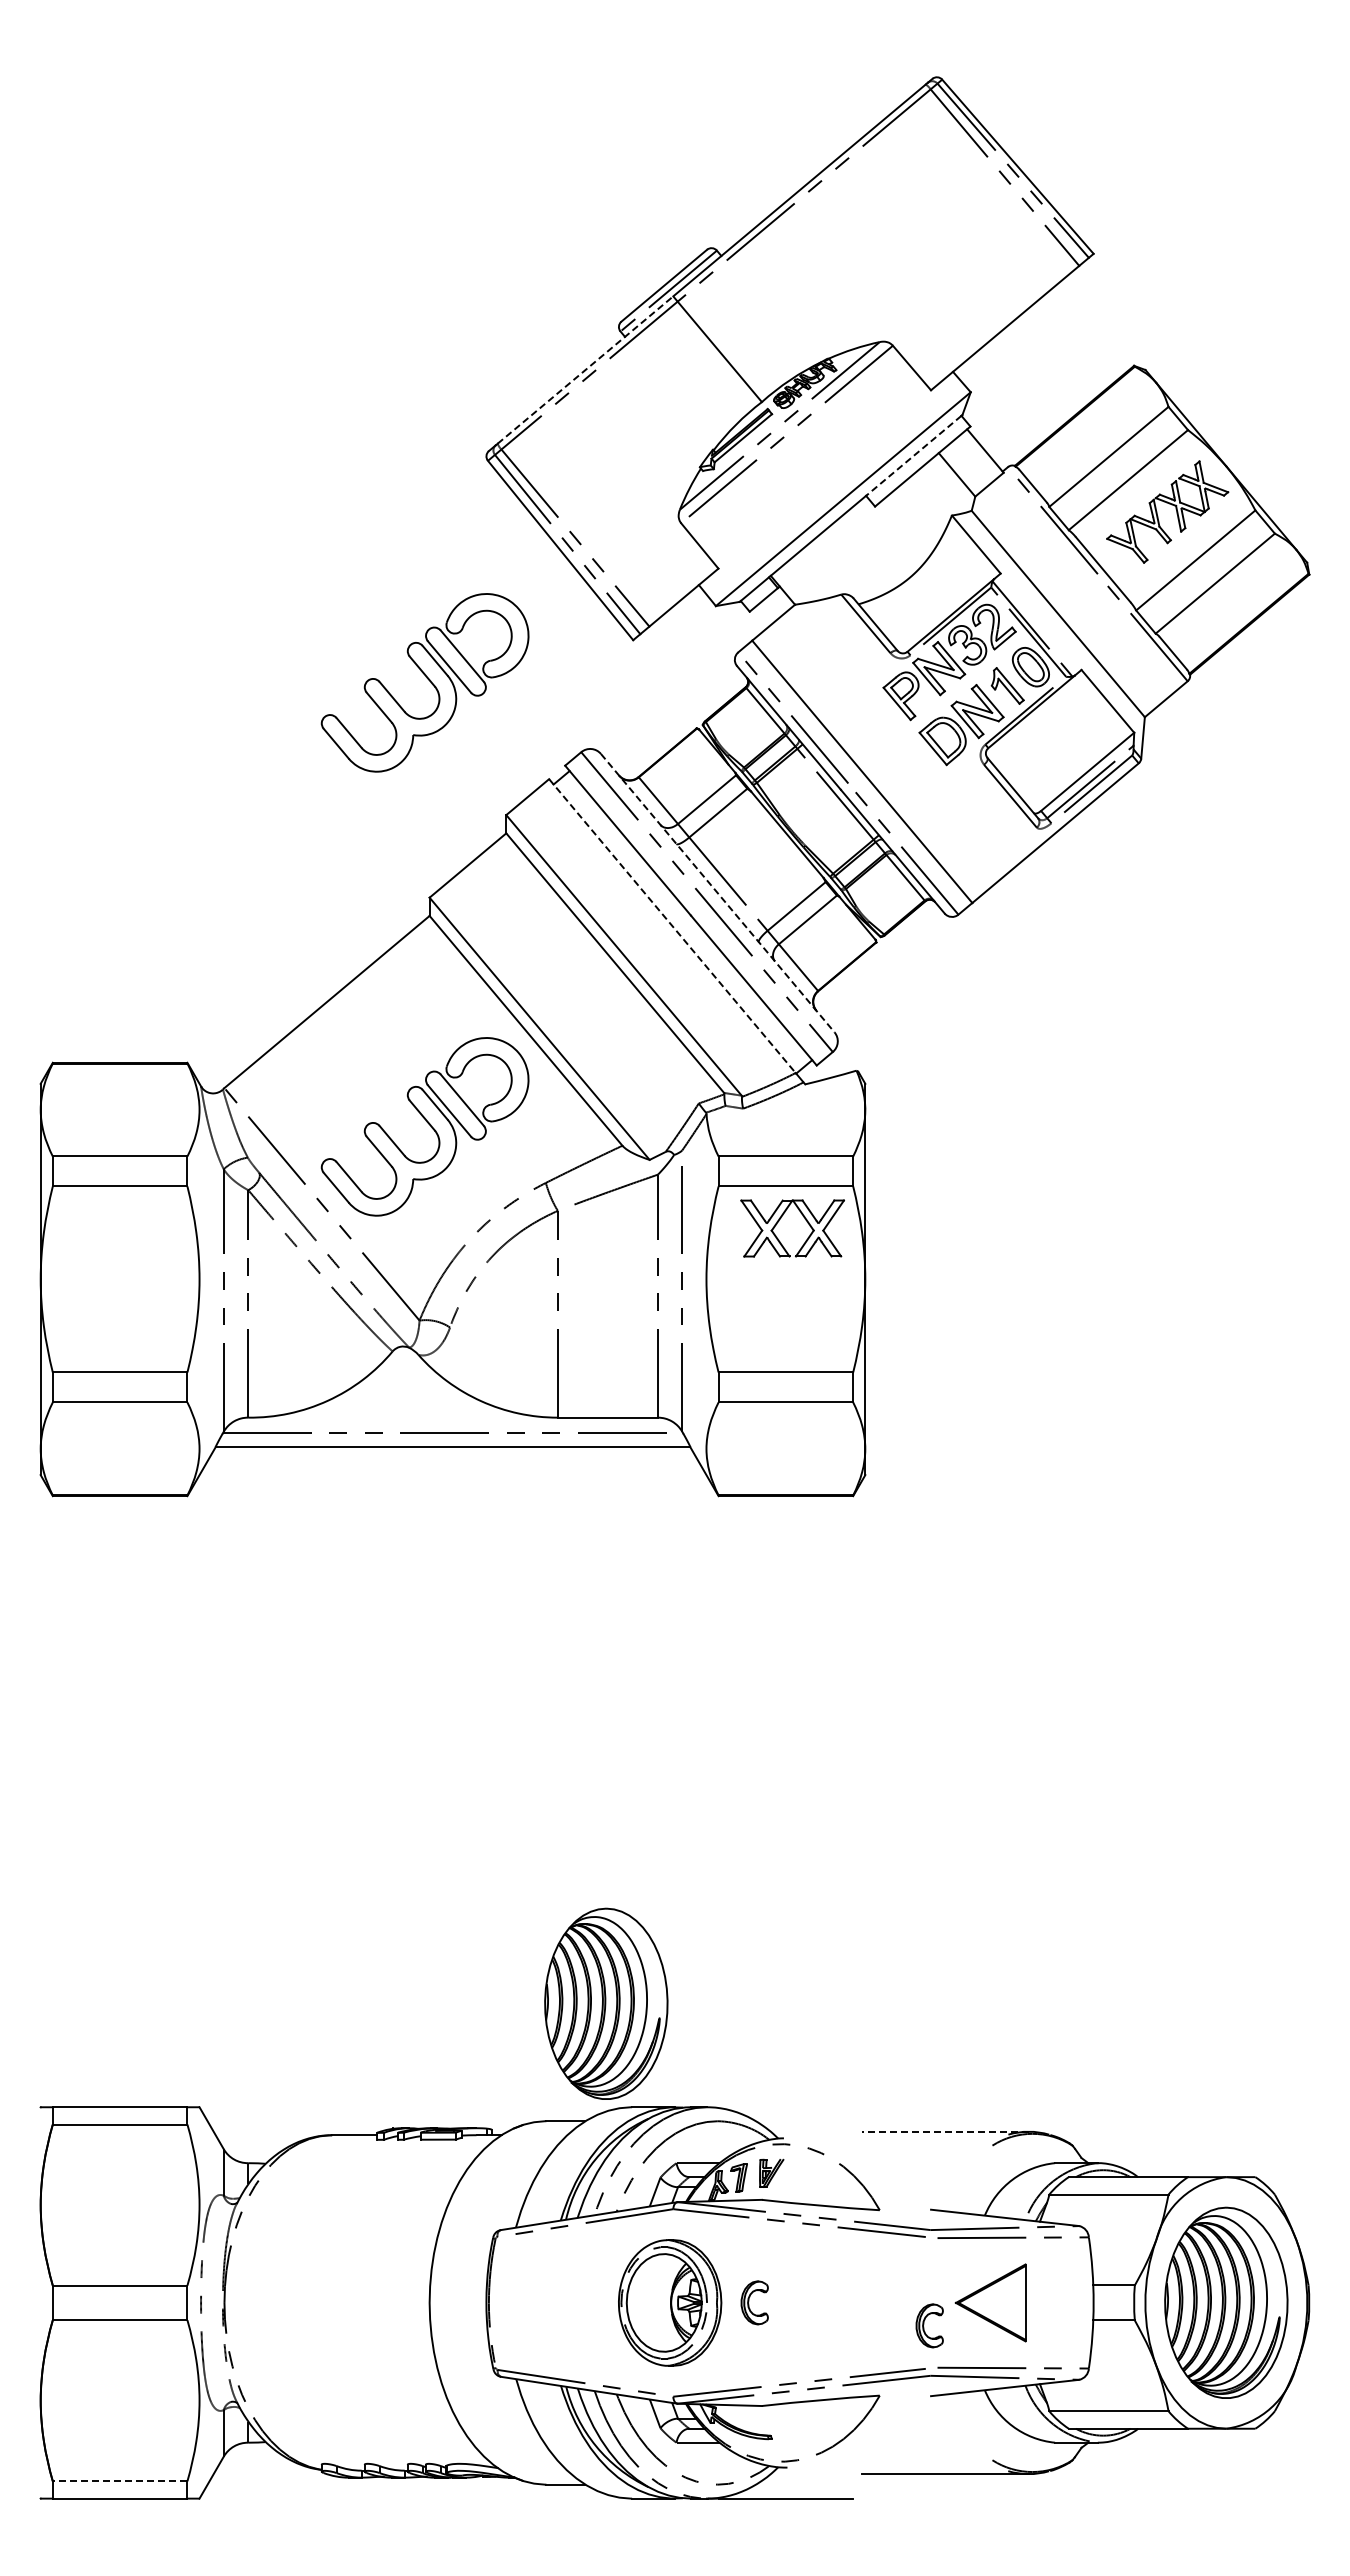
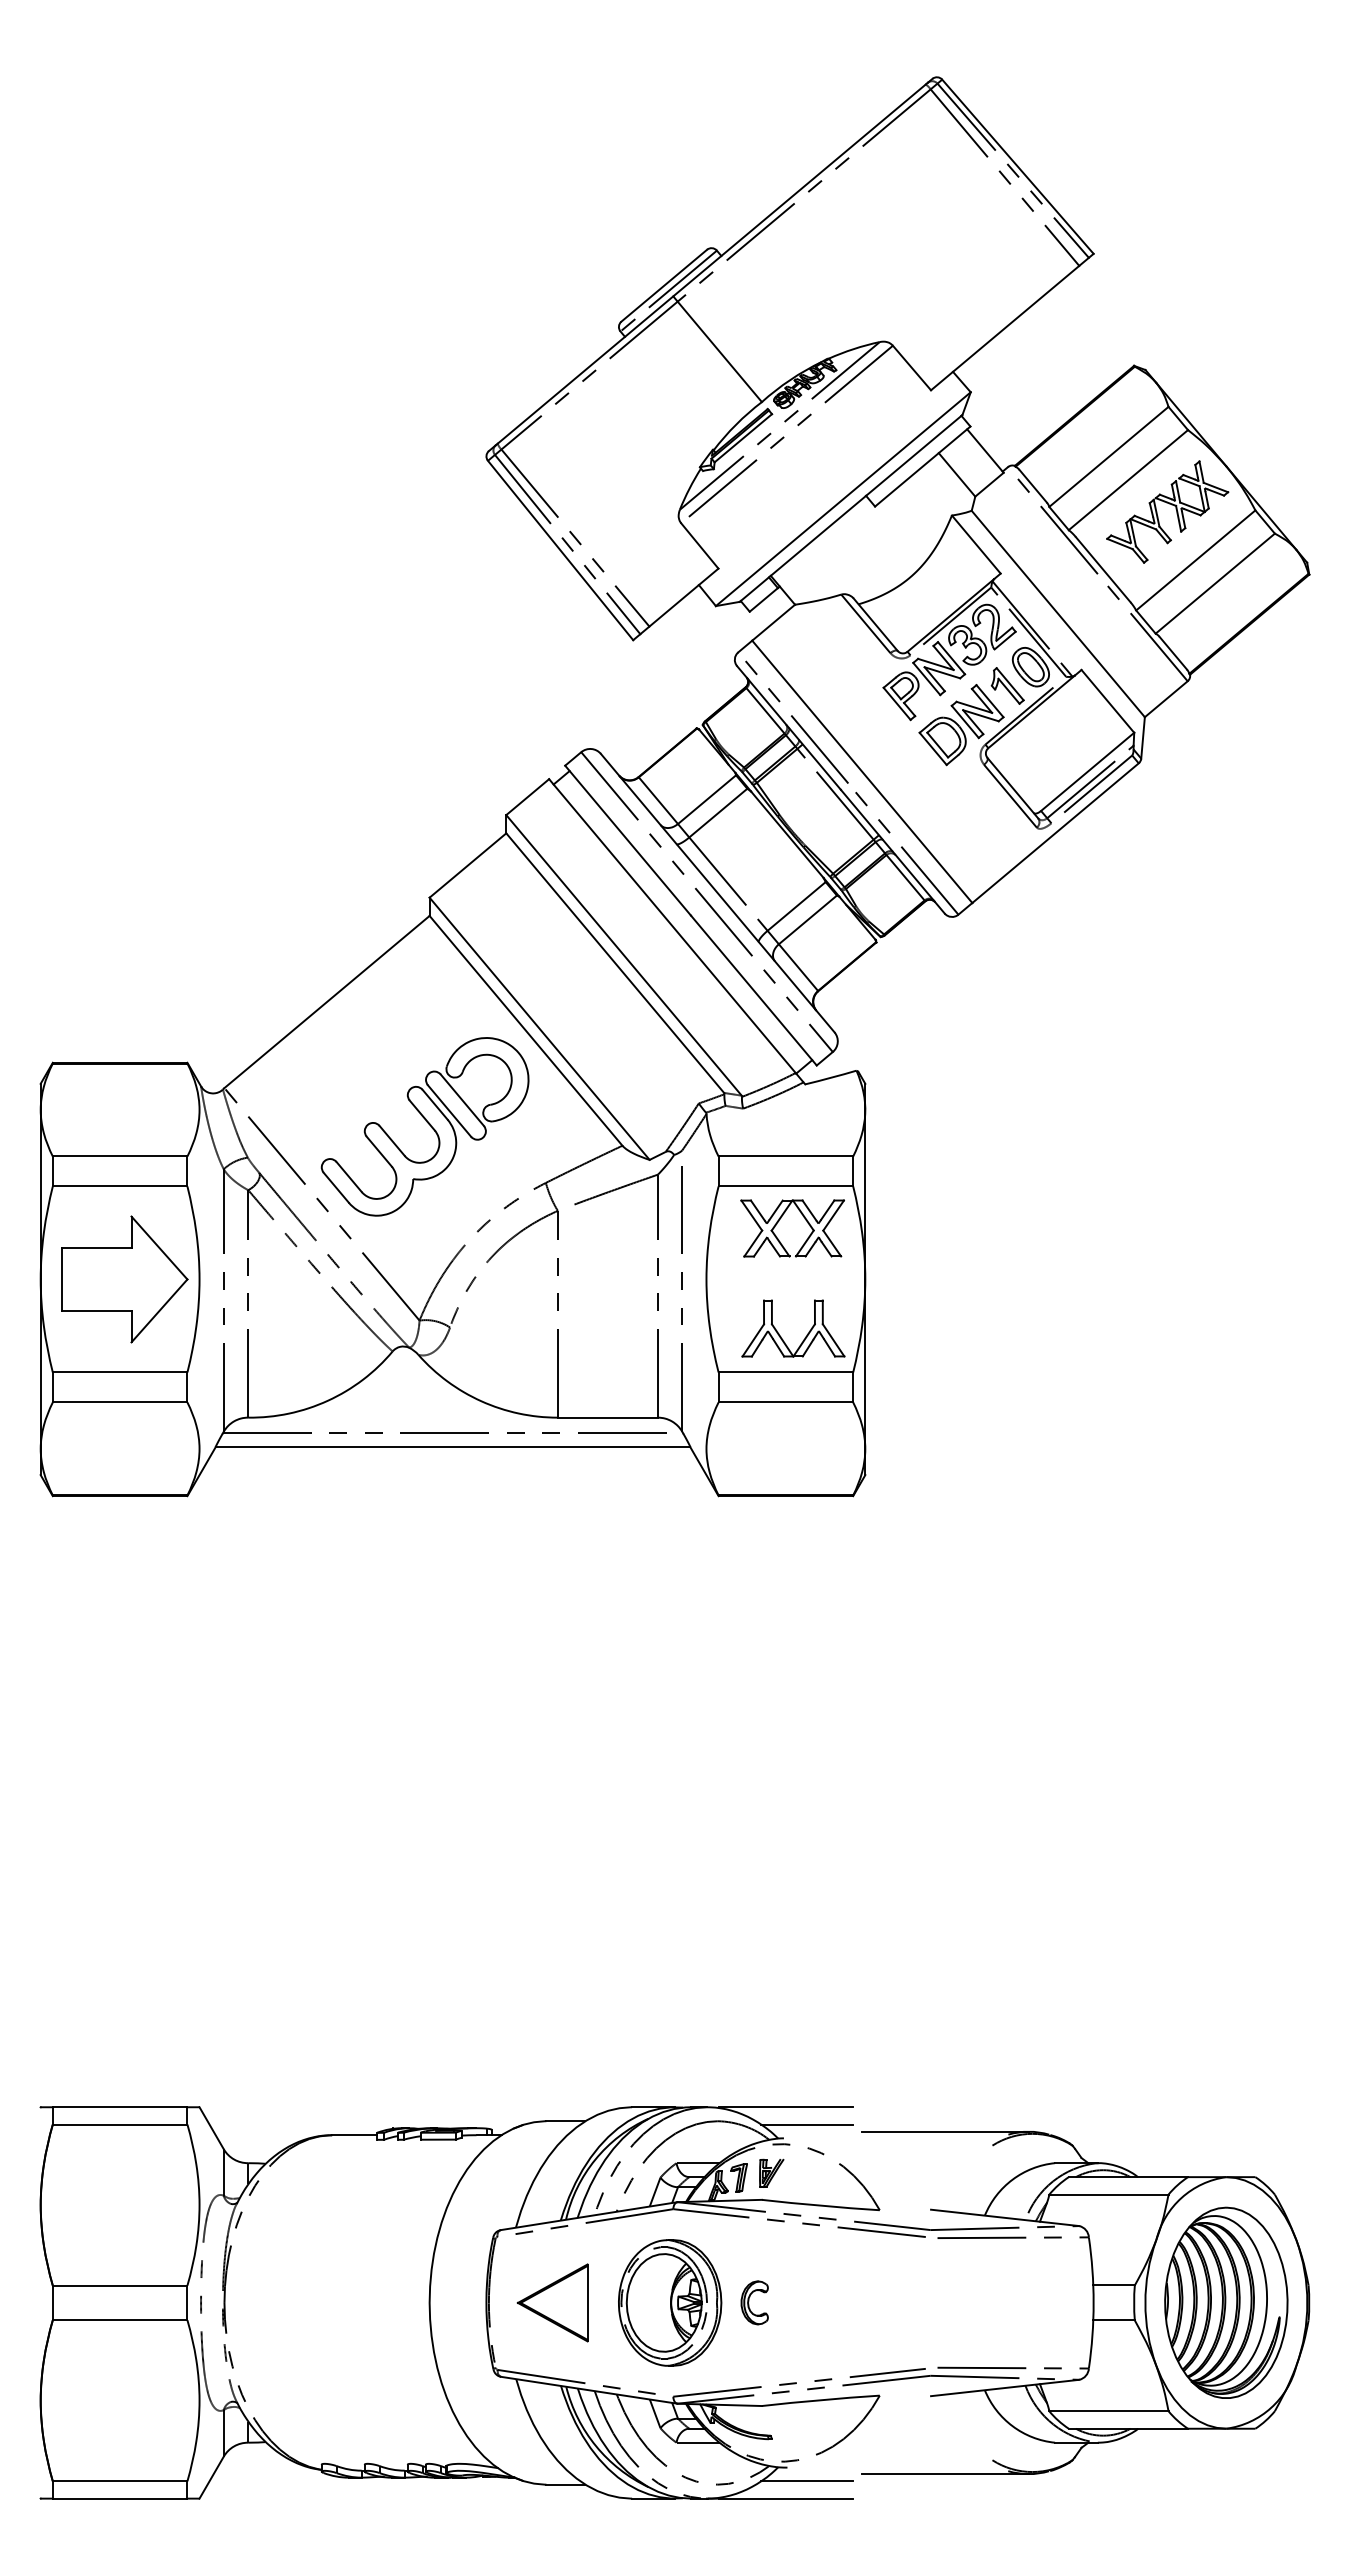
line at (585, 370): dashed -> solid
line at (913, 456): dashed -> solid
part at (424, 682): present -> none
line at (717, 893): dashed -> solid
line at (672, 926): dashed -> solid
part at (124, 1279): none -> present
part at (781, 1336): none -> present
part at (606, 2003): present -> none
line at (785, 2107): none -> present
line at (807, 2124): none -> present
line at (945, 2131): dashed -> solid
part at (990, 2302) position: (990, 2302) -> (552, 2302)
part at (929, 2325): present -> none
line at (119, 2481): dashed -> solid
line at (807, 2481): none -> present
